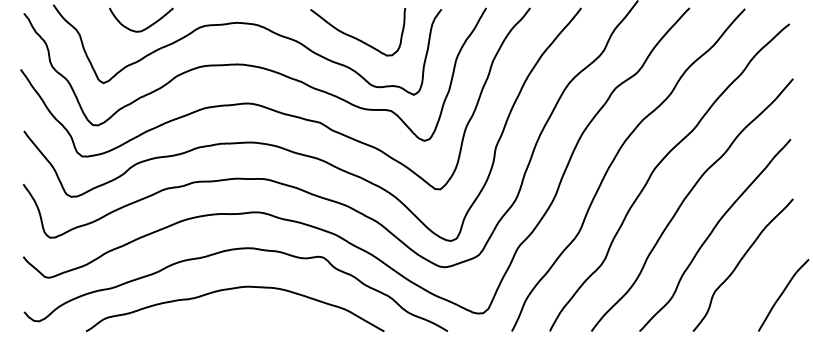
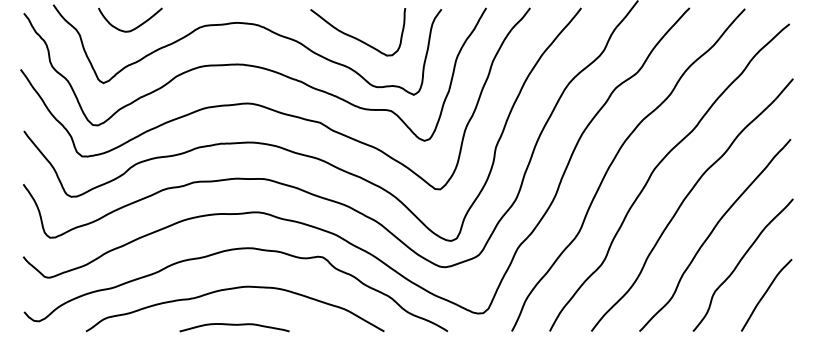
curve at (147, 26) position: (147, 26) -> (136, 26)
curve at (782, 294) position: (782, 294) -> (765, 294)
curve at (234, 325): none -> present
